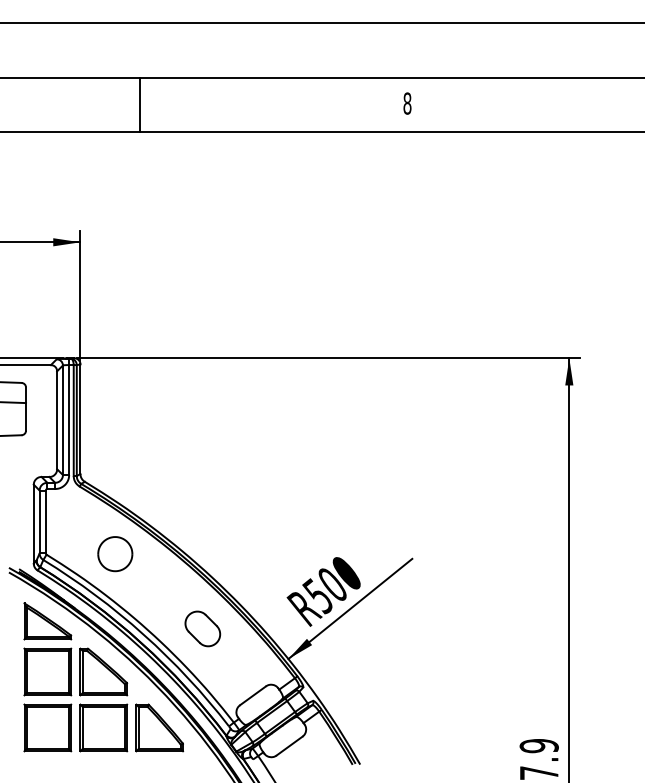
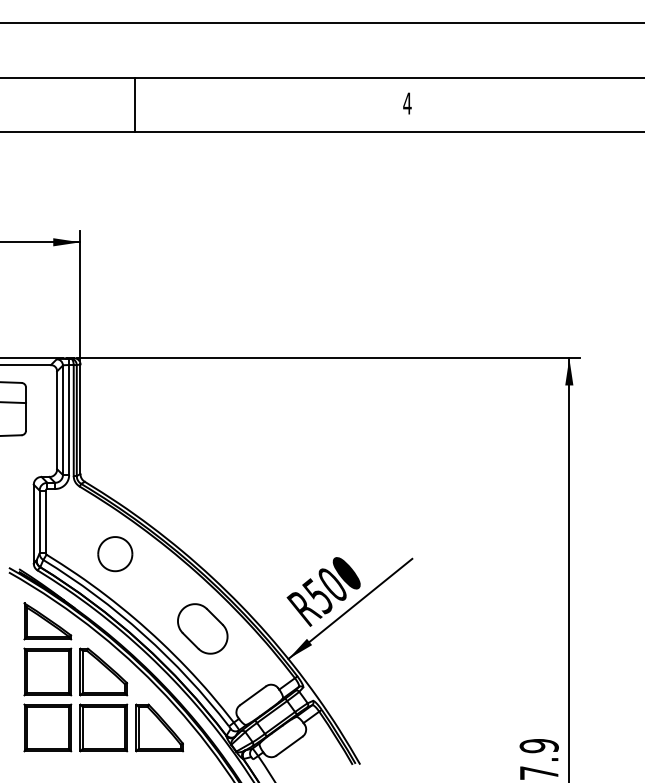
text at (407, 103): 8 -> 4
line at (140, 104) position: (140, 104) -> (135, 104)
part at (202, 628) size: 38x38 px -> 52x52 px
